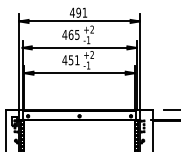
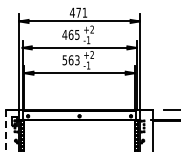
text at (78, 12): 491 -> 471
text at (70, 60): 451 -> 563
line at (6, 130): solid -> dashed
